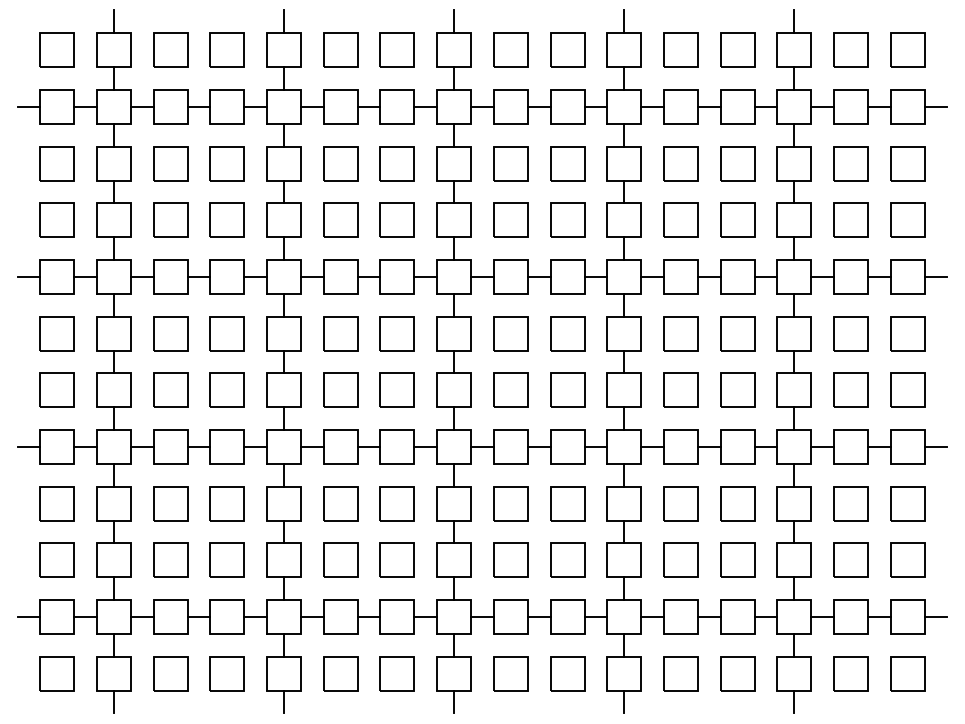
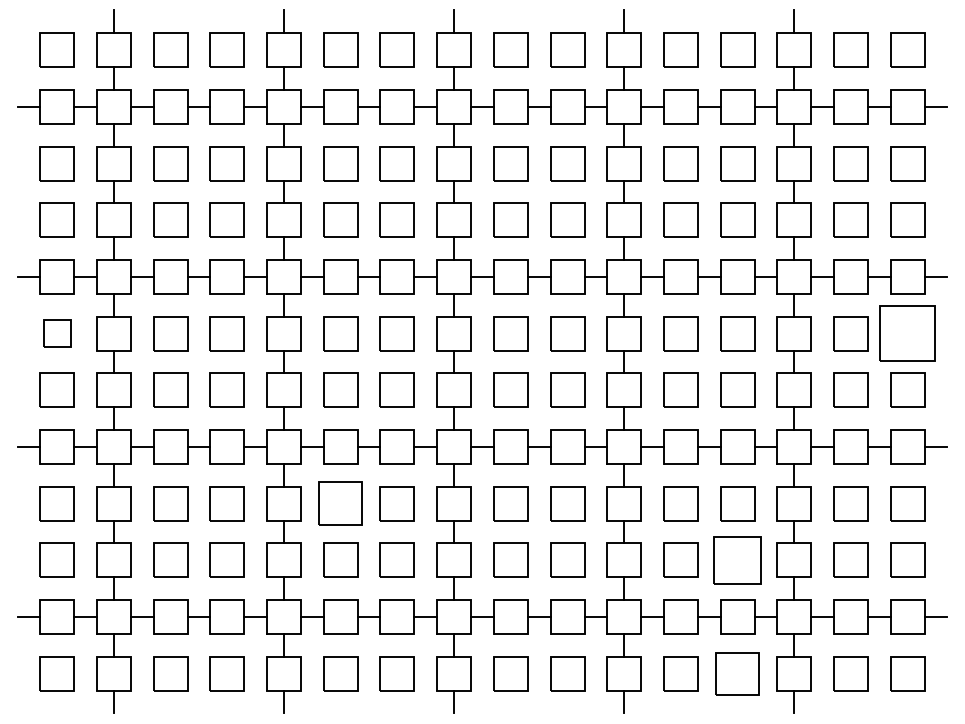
part at (56, 333) size: 36x36 px -> 29x29 px
part at (907, 333) size: 36x36 px -> 57x57 px
part at (340, 503) size: 36x36 px -> 45x45 px
part at (737, 559) size: 36x36 px -> 49x49 px
part at (737, 673) size: 36x36 px -> 45x44 px
